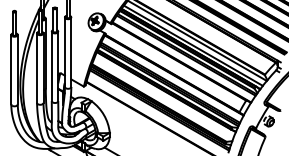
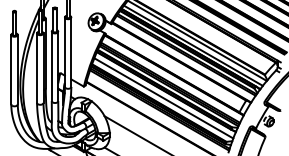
line at (163, 98): none -> present
line at (135, 134): none -> present
